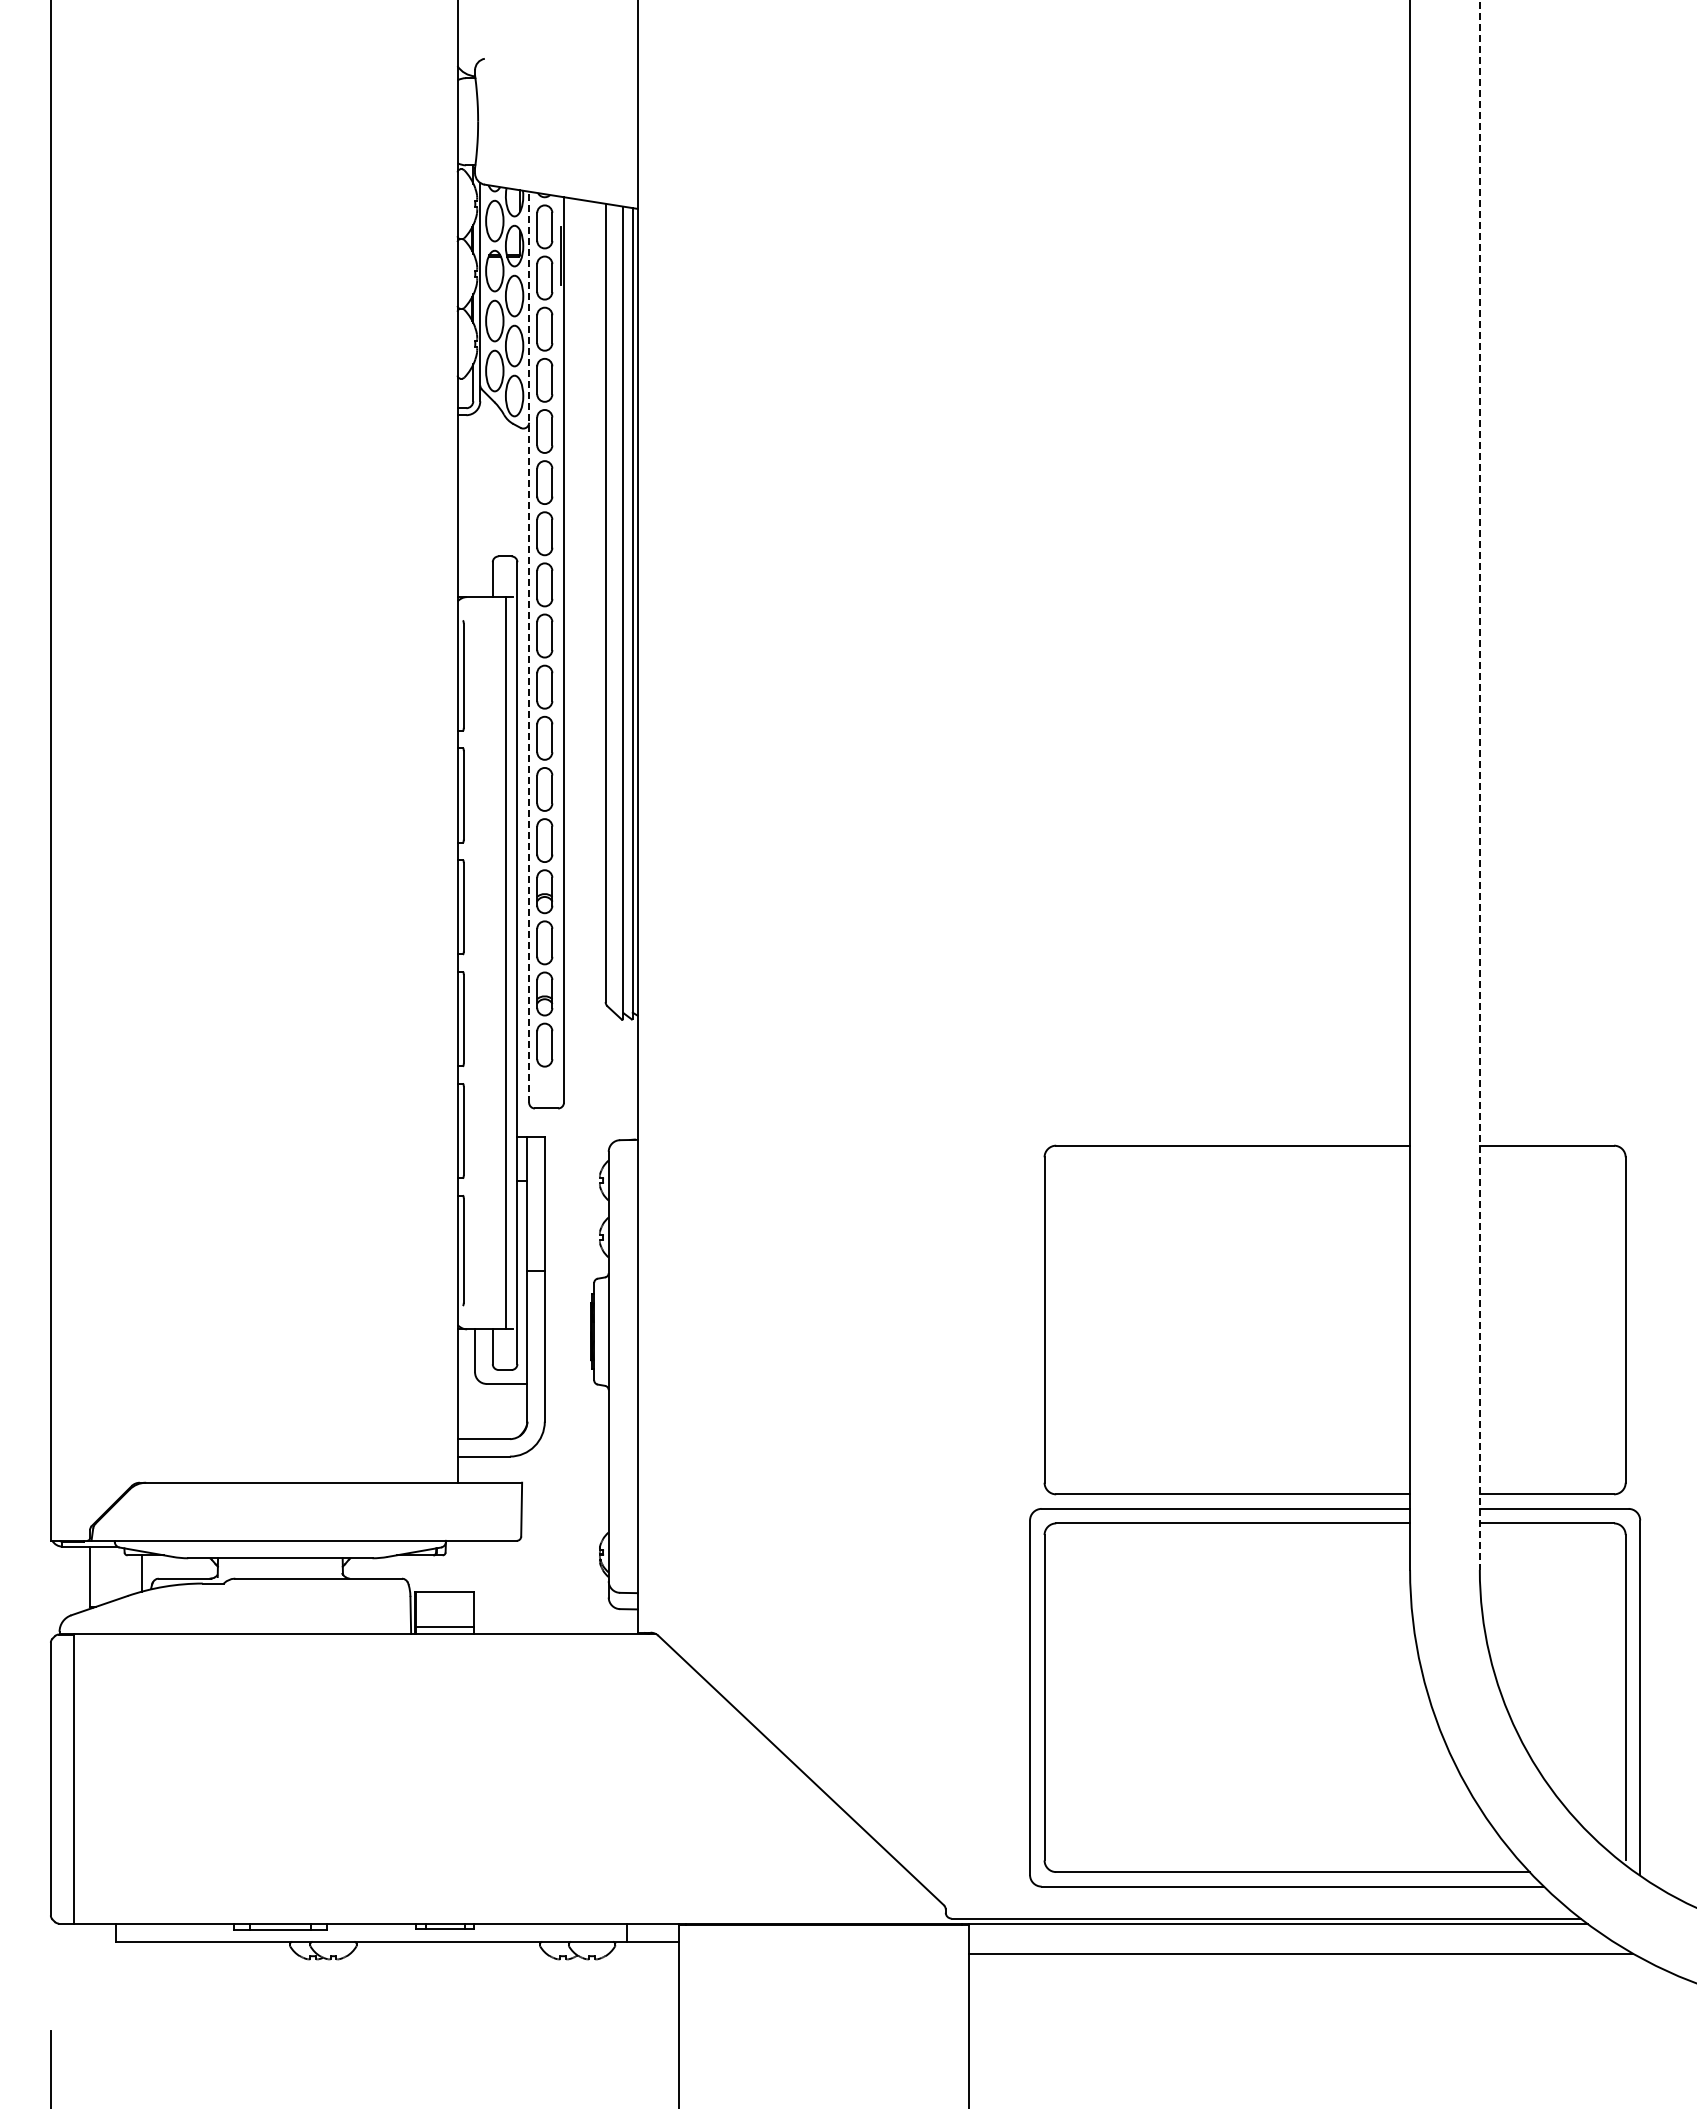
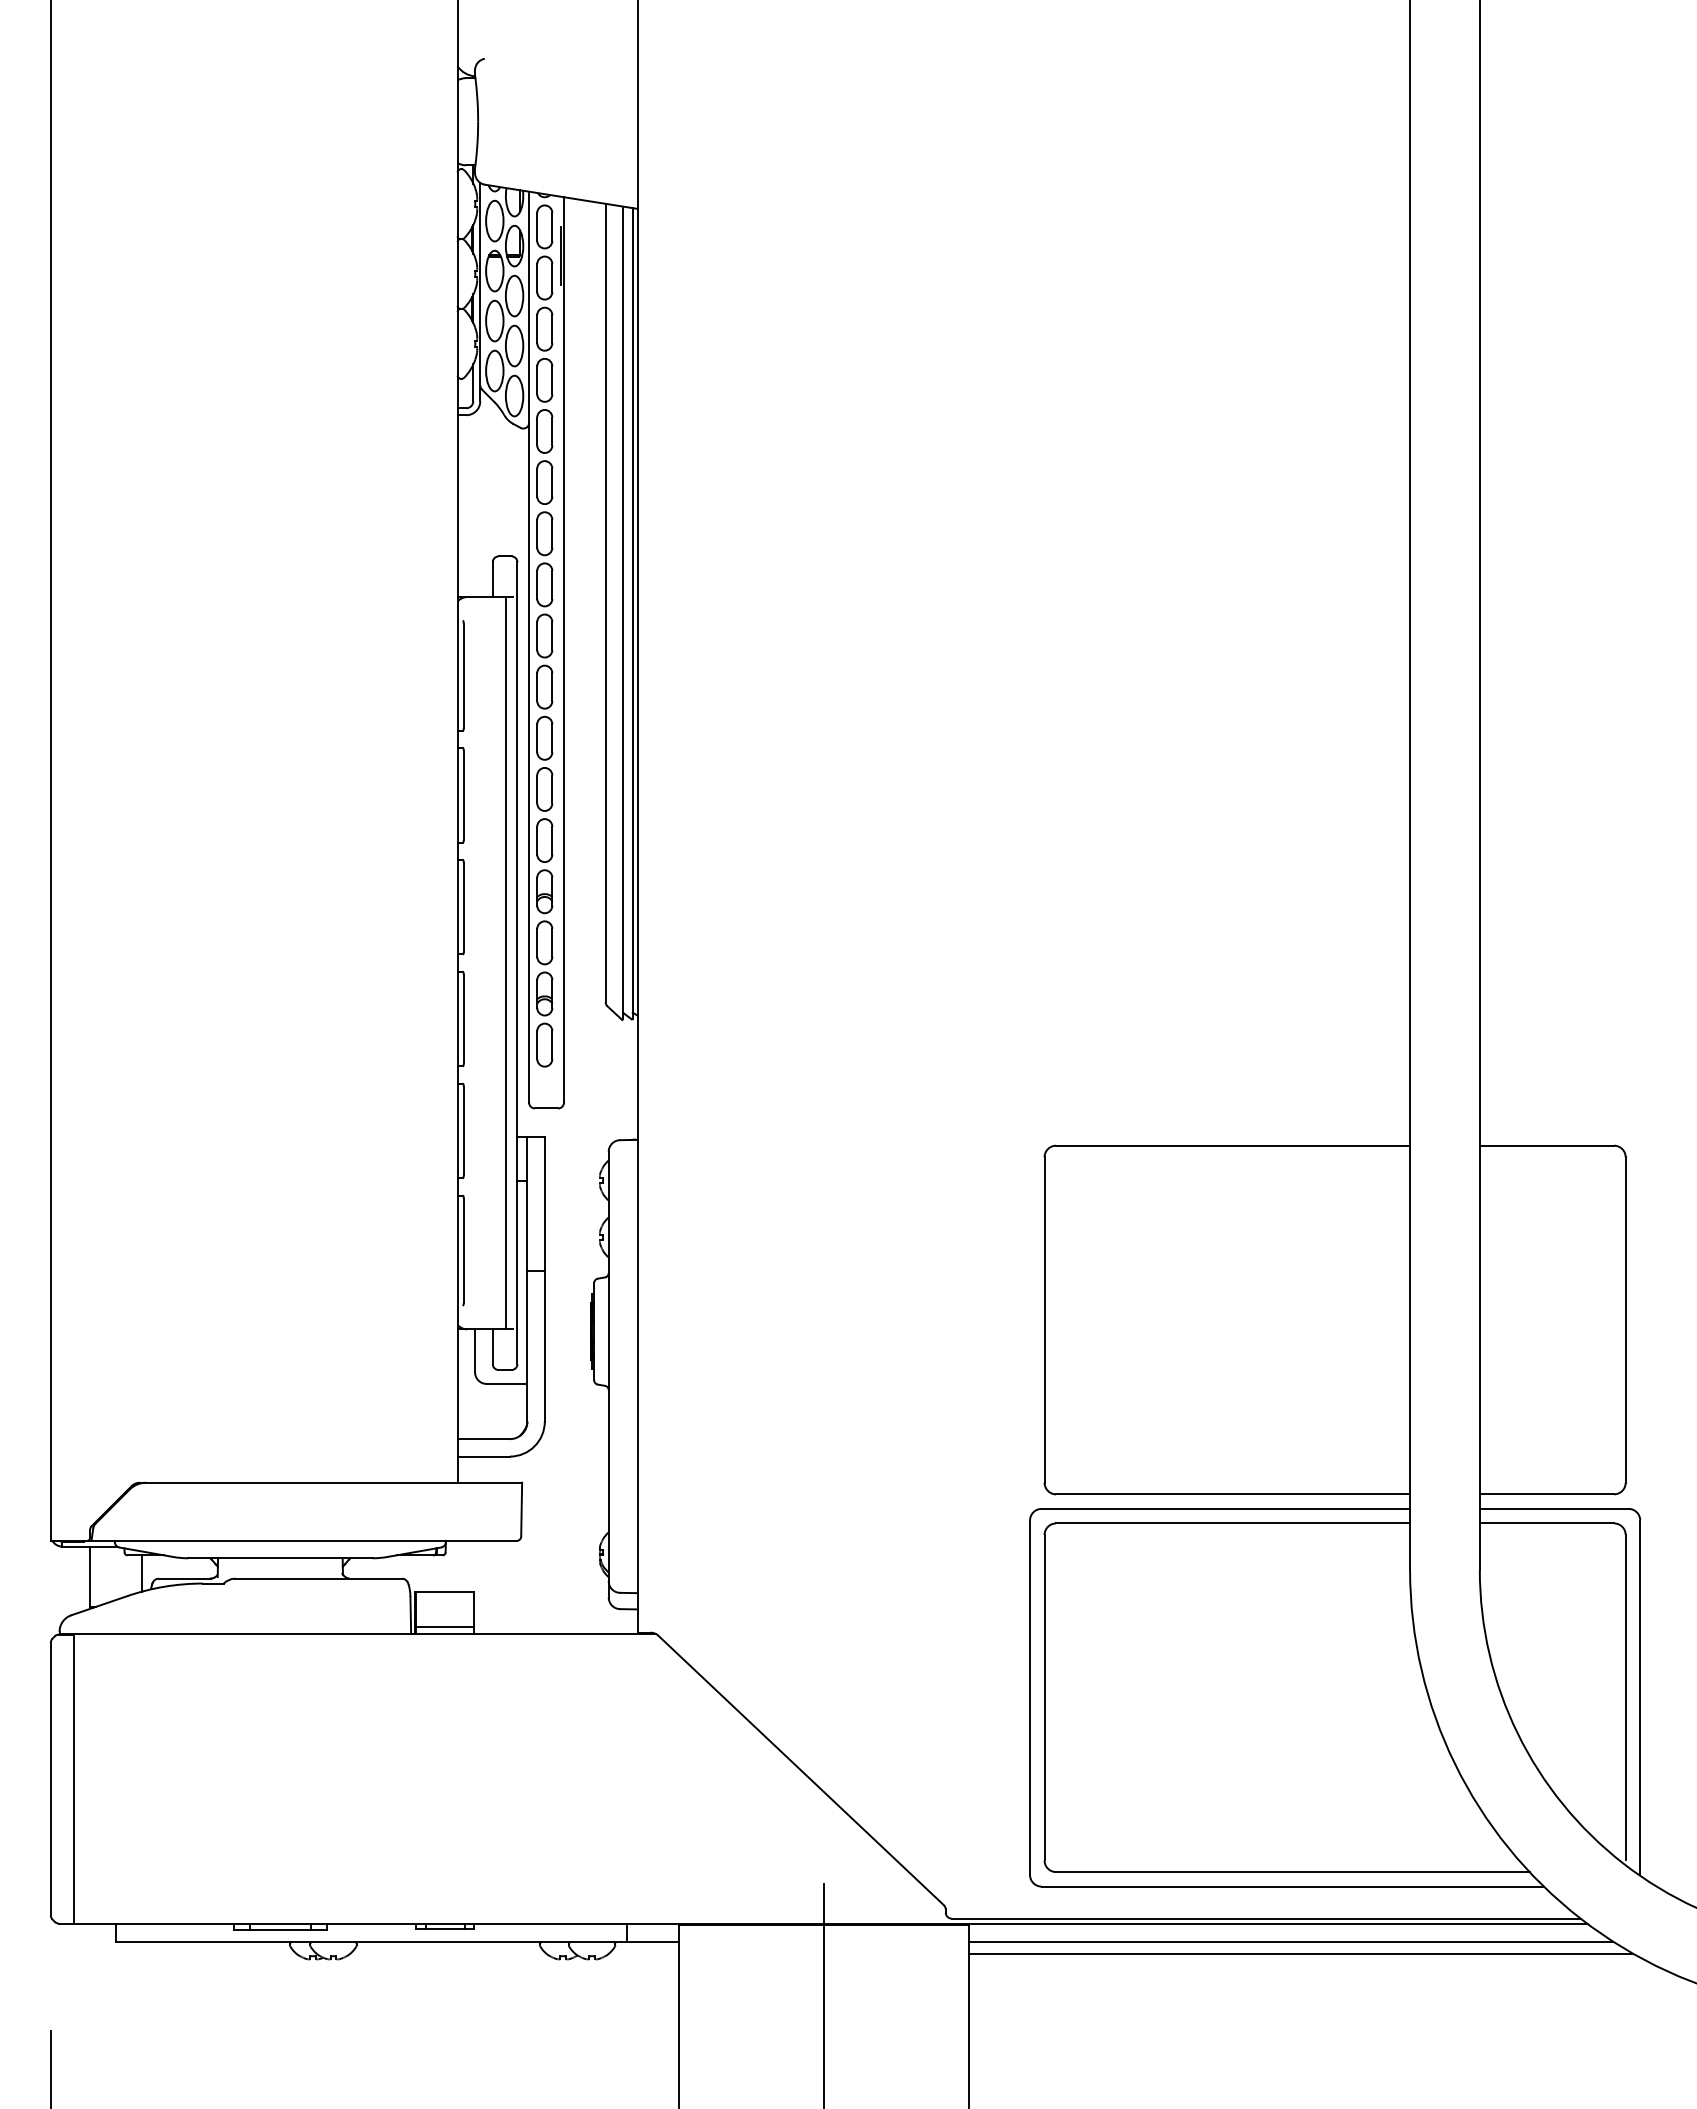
line at (529, 646): dashed -> solid
line at (1479, 785): dashed -> solid
line at (1291, 1941): none -> present
line at (824, 1994): none -> present
